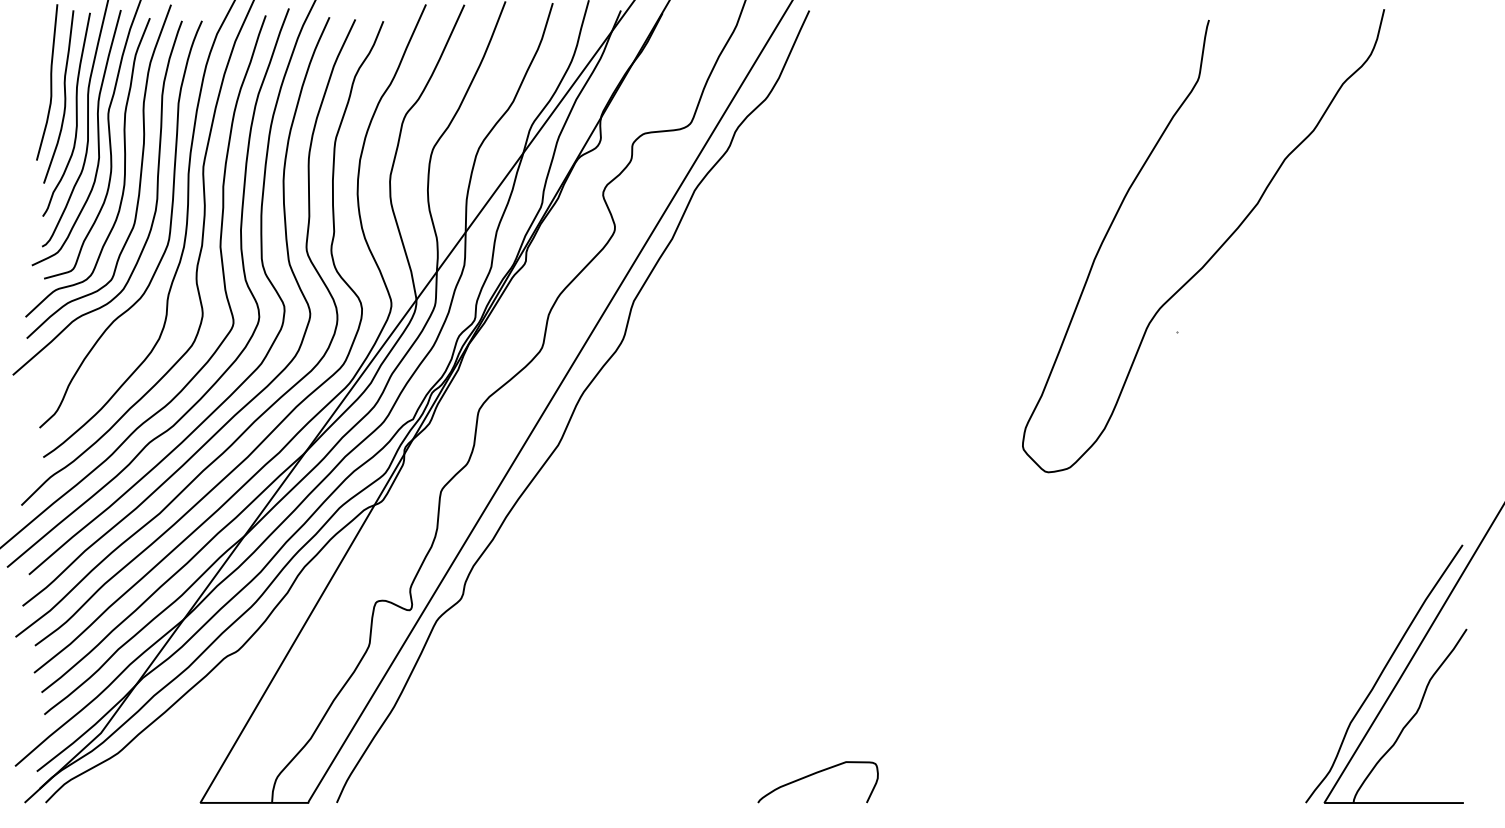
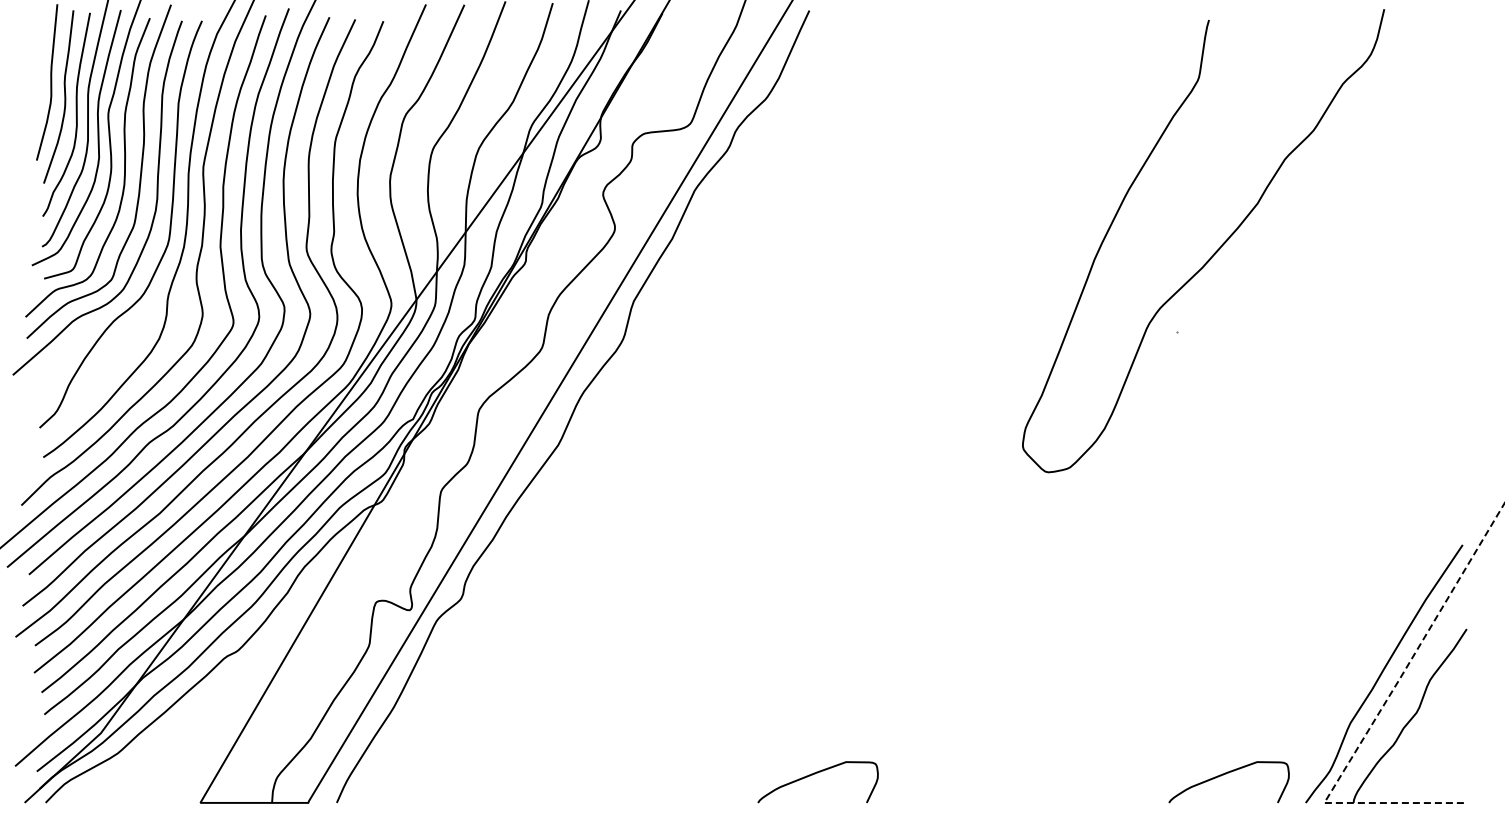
line at (1379, 712): solid -> dashed
curve at (1226, 774): none -> present
